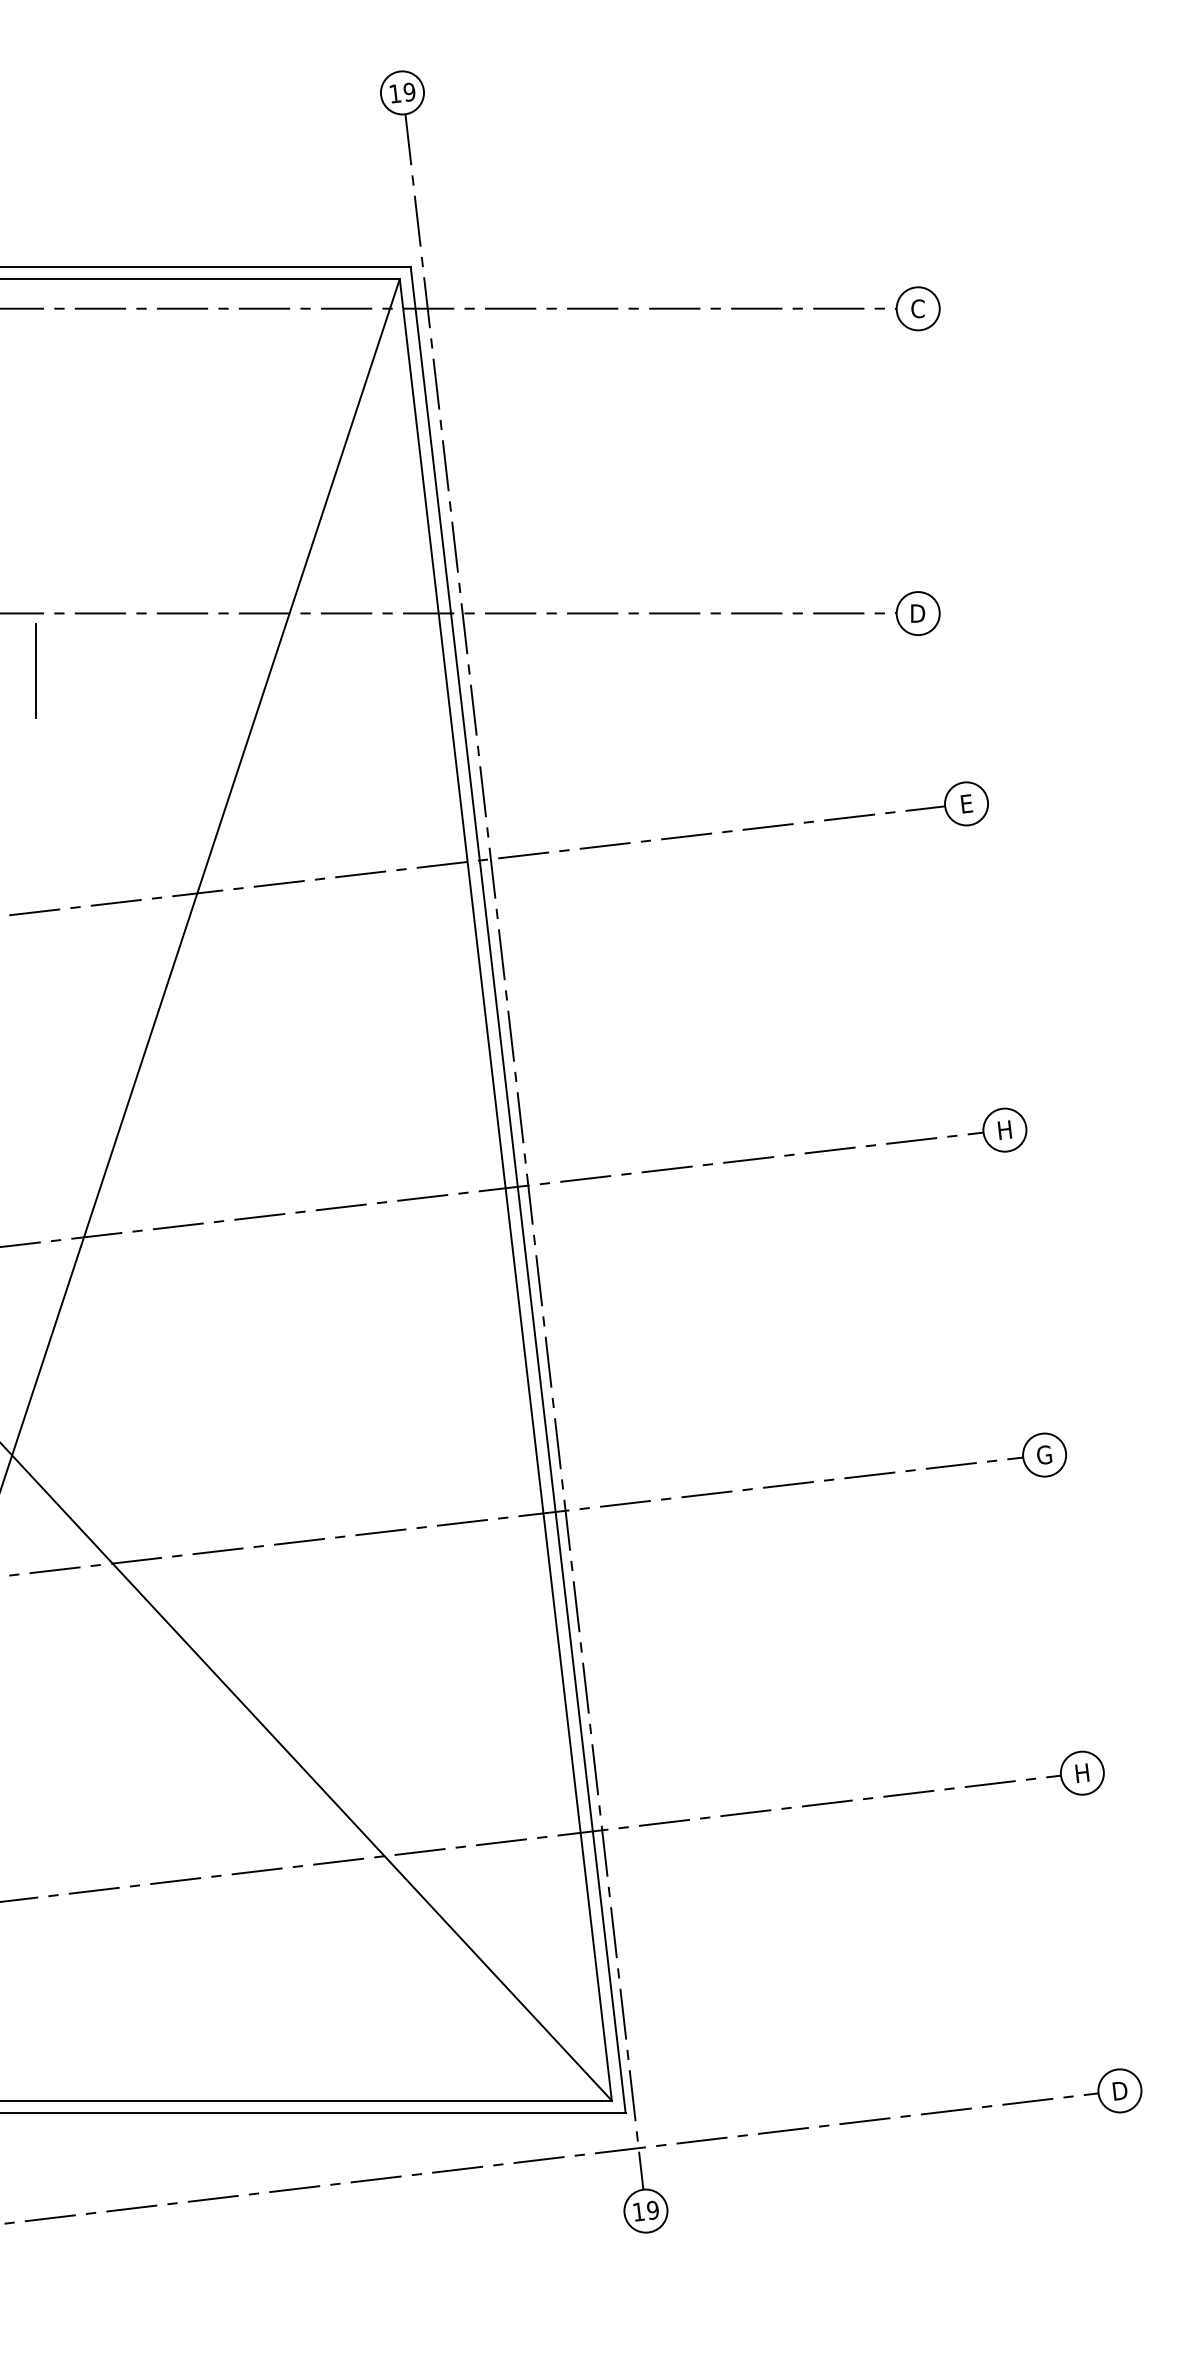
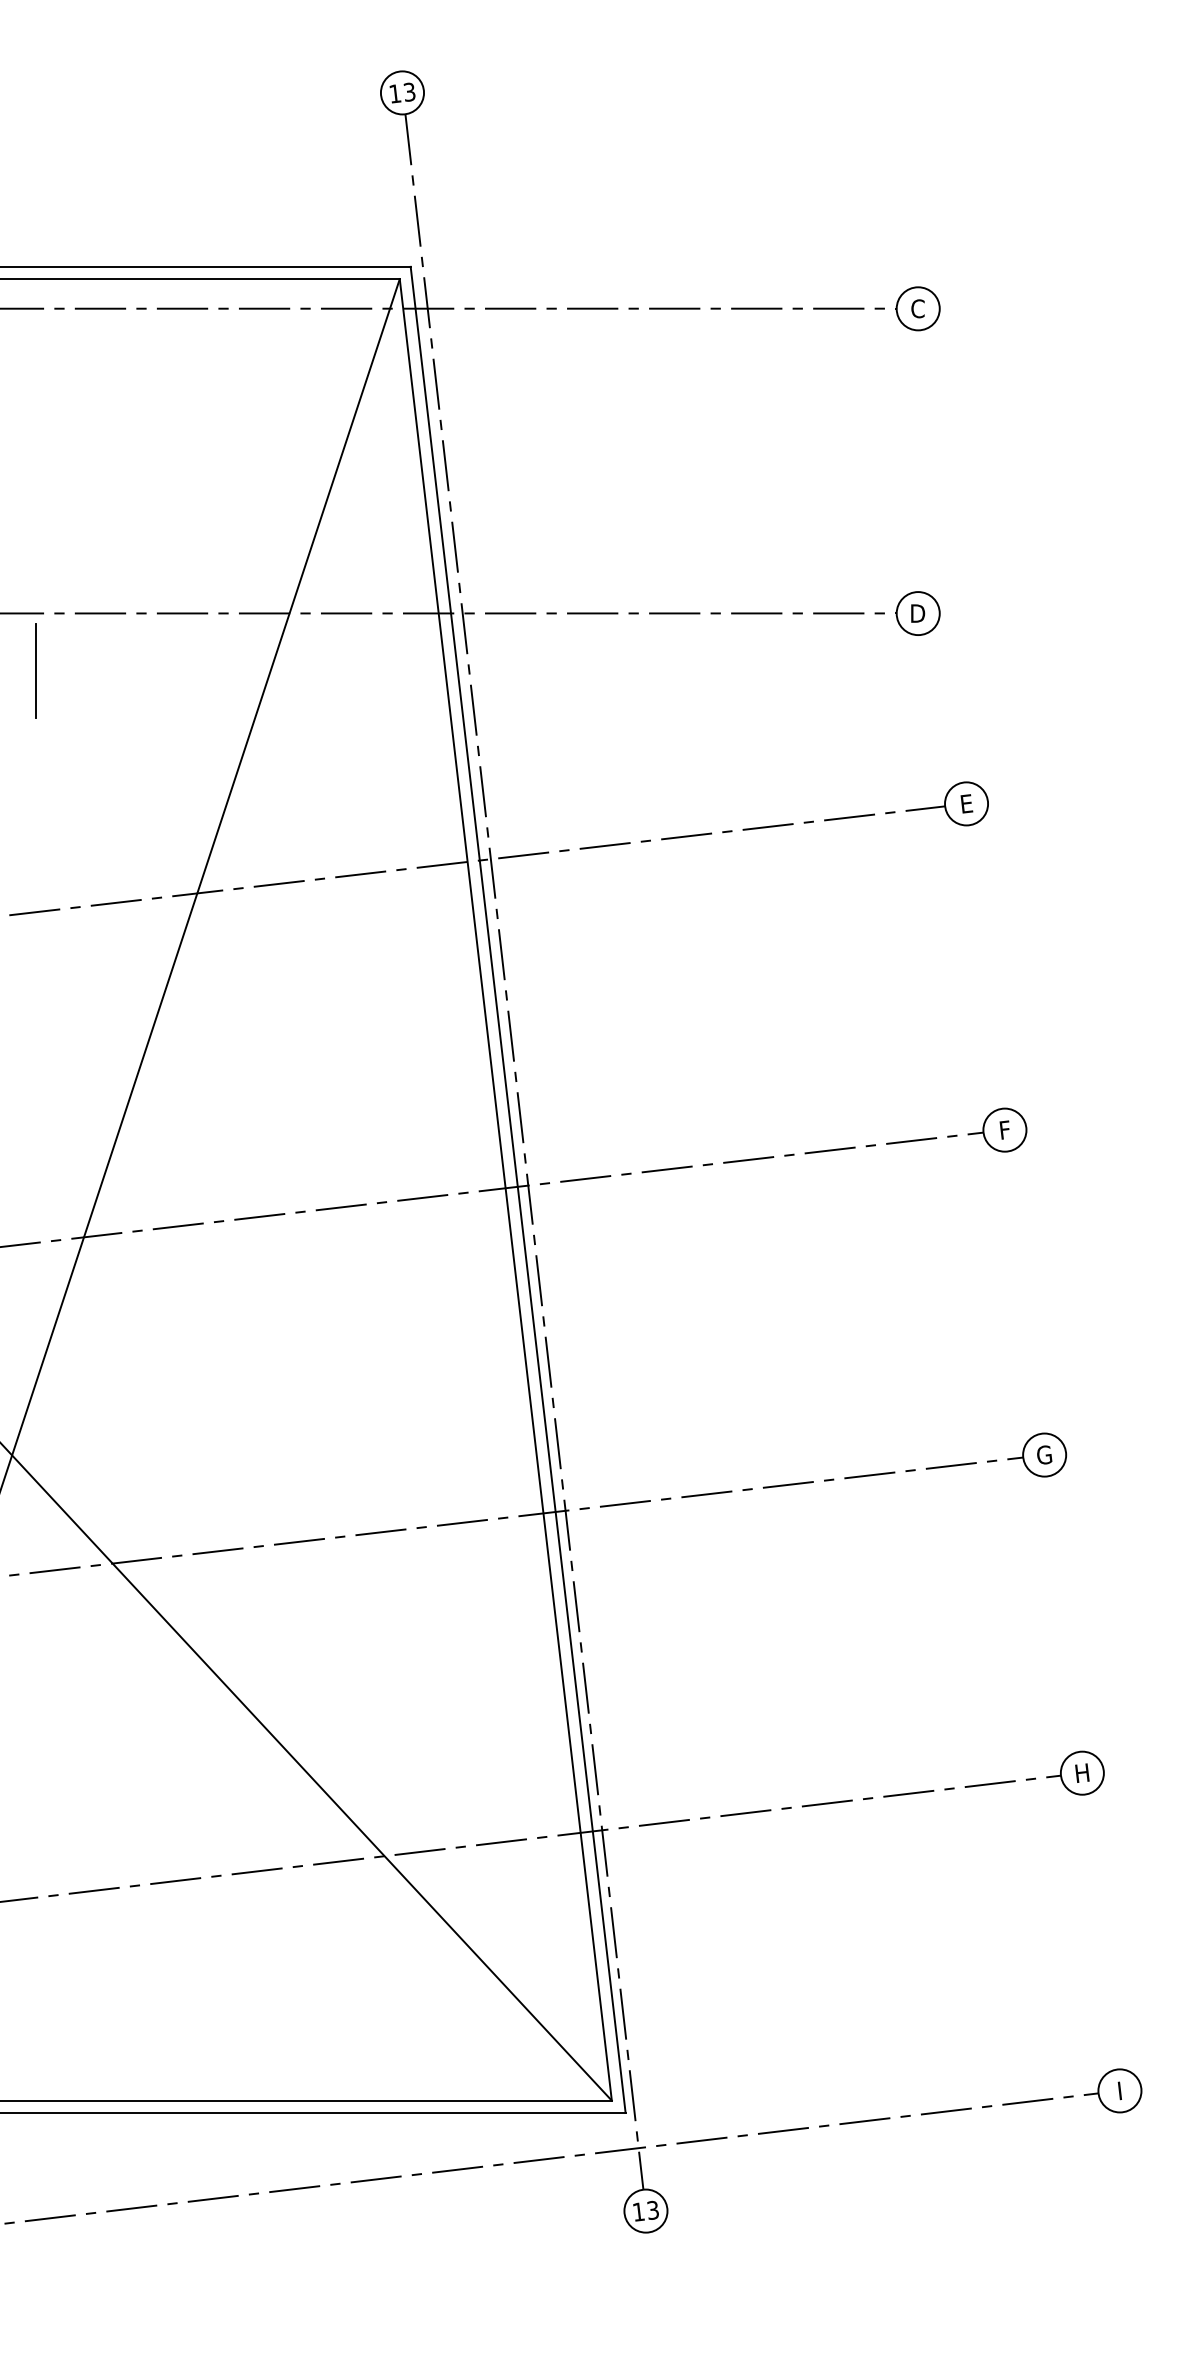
text at (409, 92): 19 -> 13
text at (1004, 1129): H -> F
text at (1119, 2090): D -> I
text at (652, 2210): 19 -> 13
